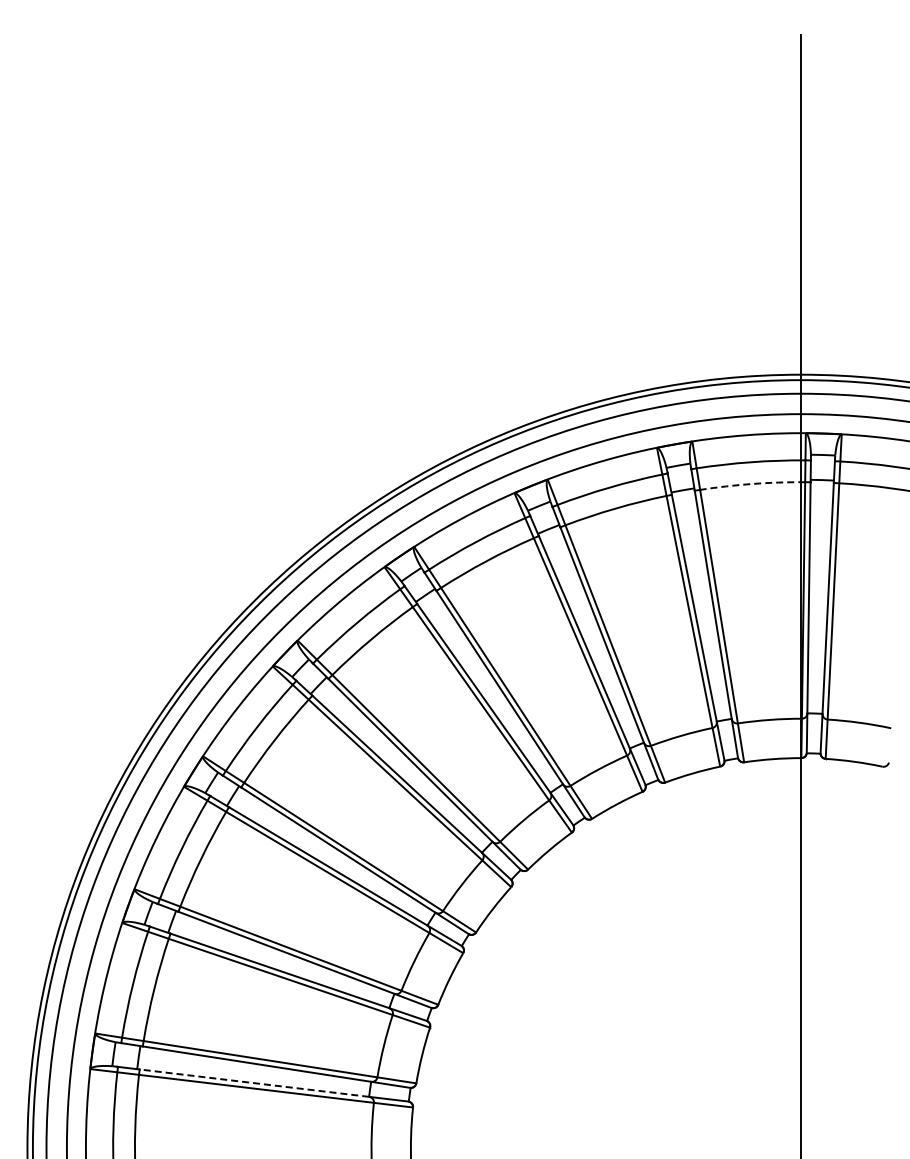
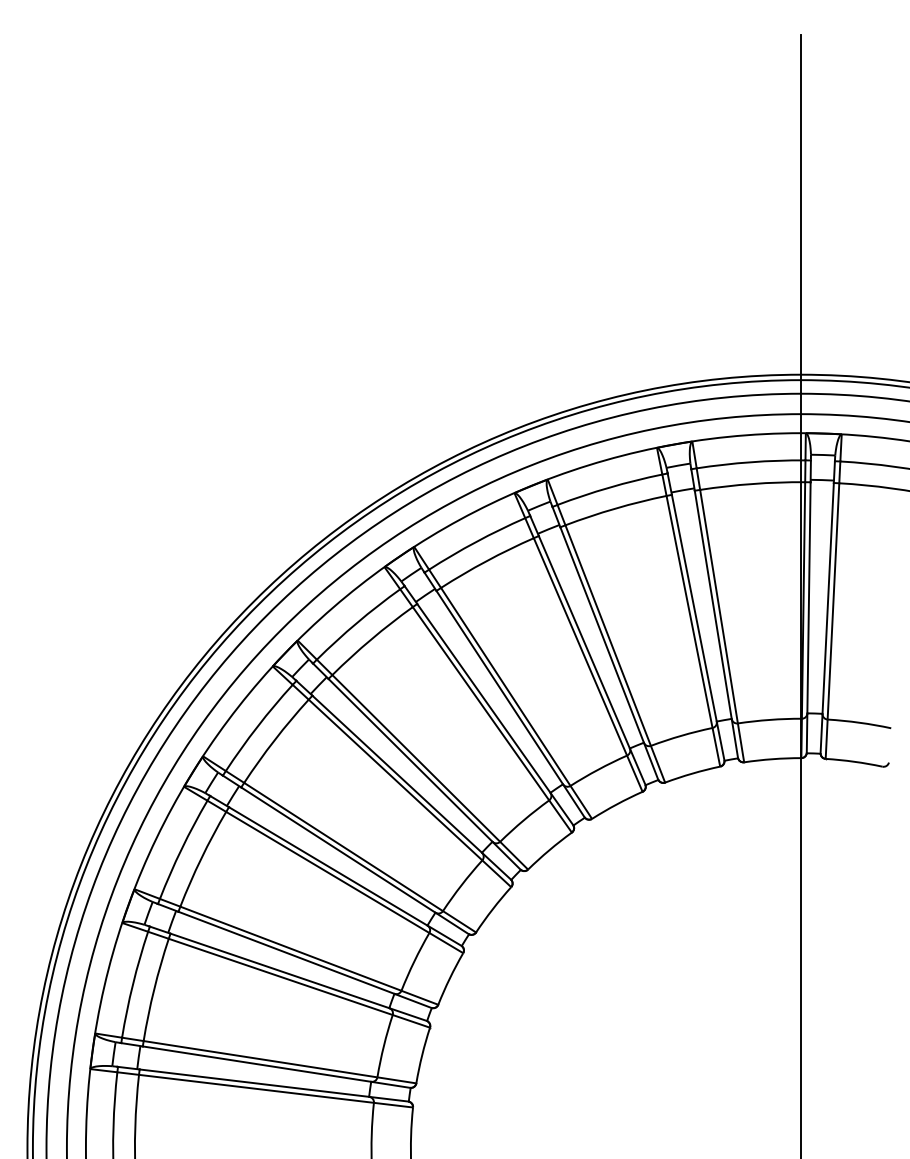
arc at (752, 483): dashed -> solid
line at (254, 1083): dashed -> solid
